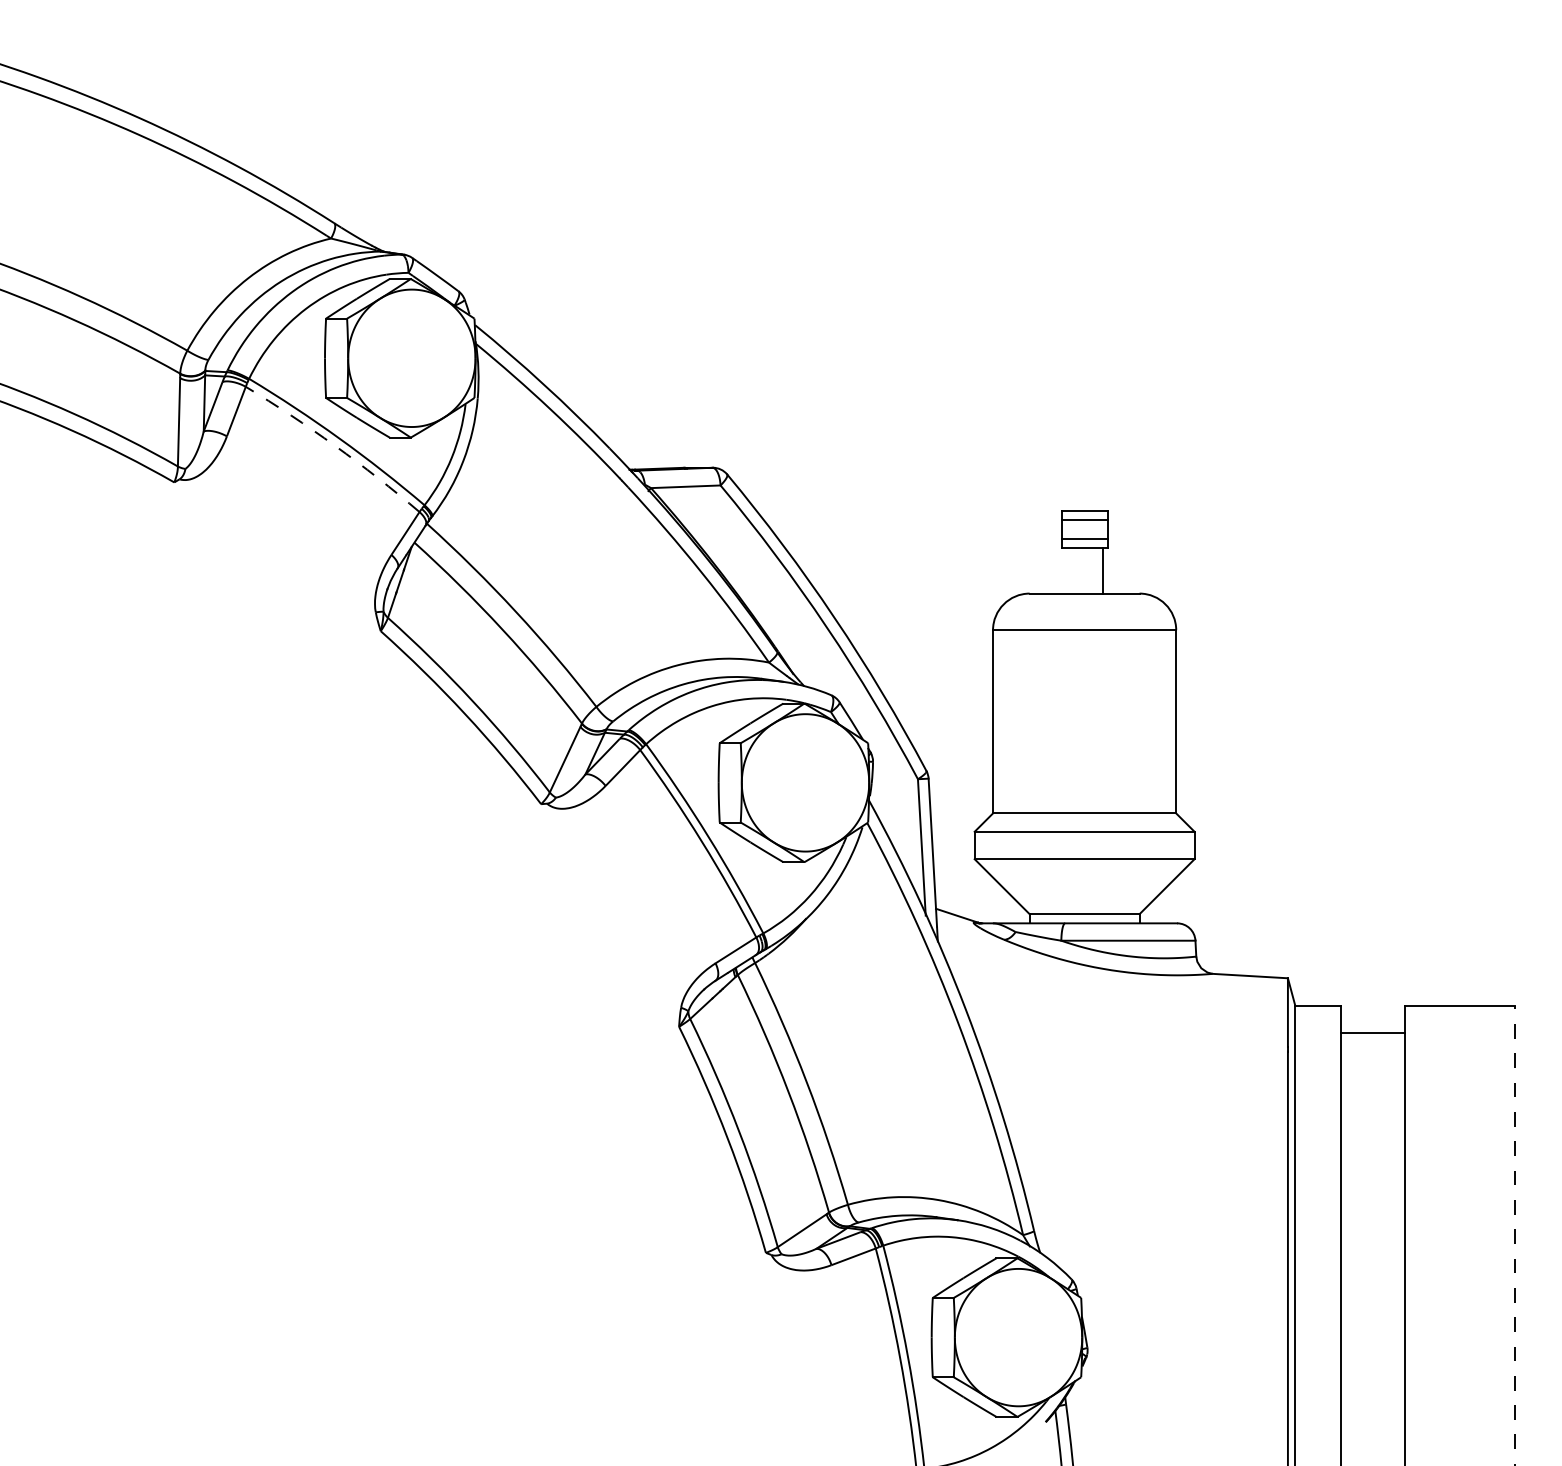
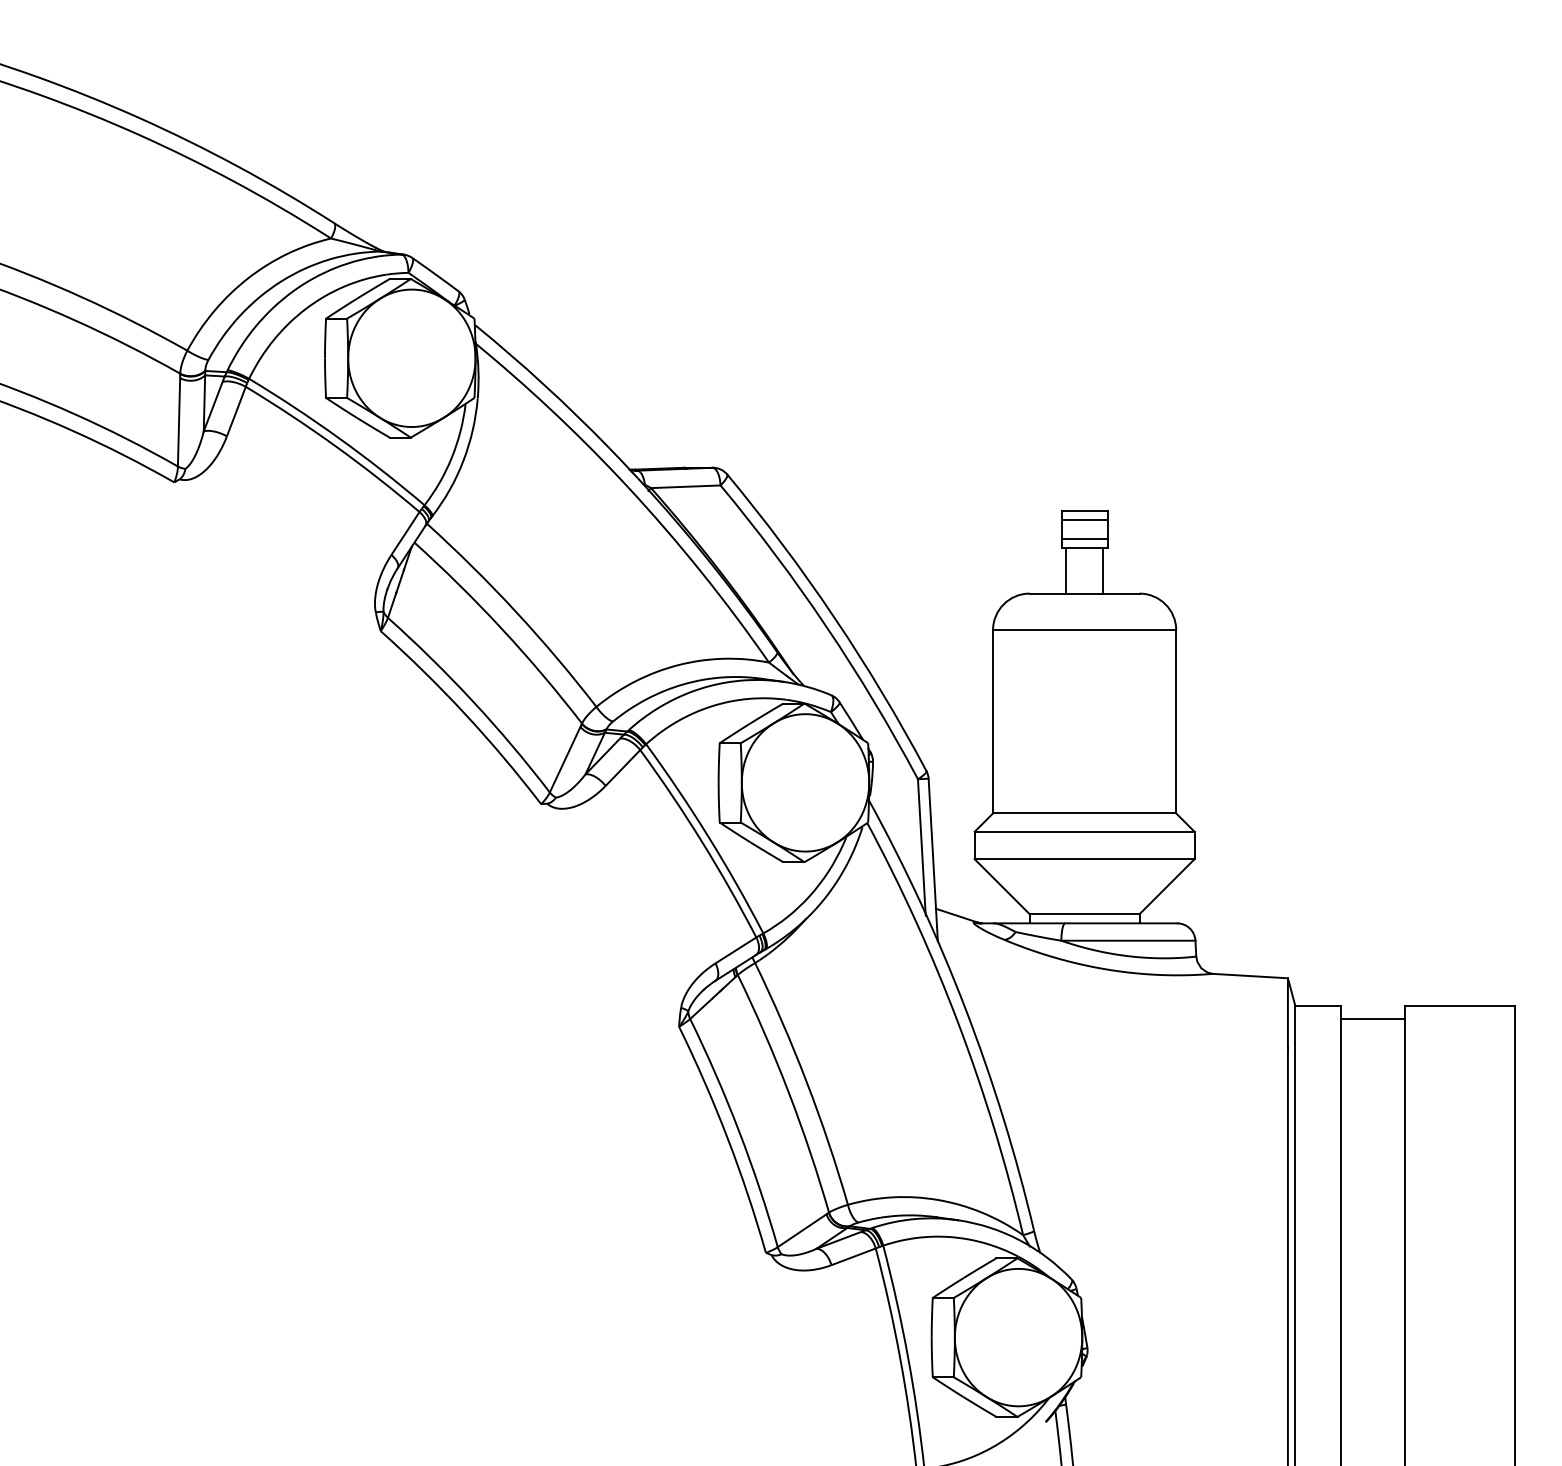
arc at (335, 445): dashed -> solid
line at (1066, 570): none -> present
line at (1373, 1033) position: (1373, 1033) -> (1373, 1019)
line at (1515, 1235): dashed -> solid
